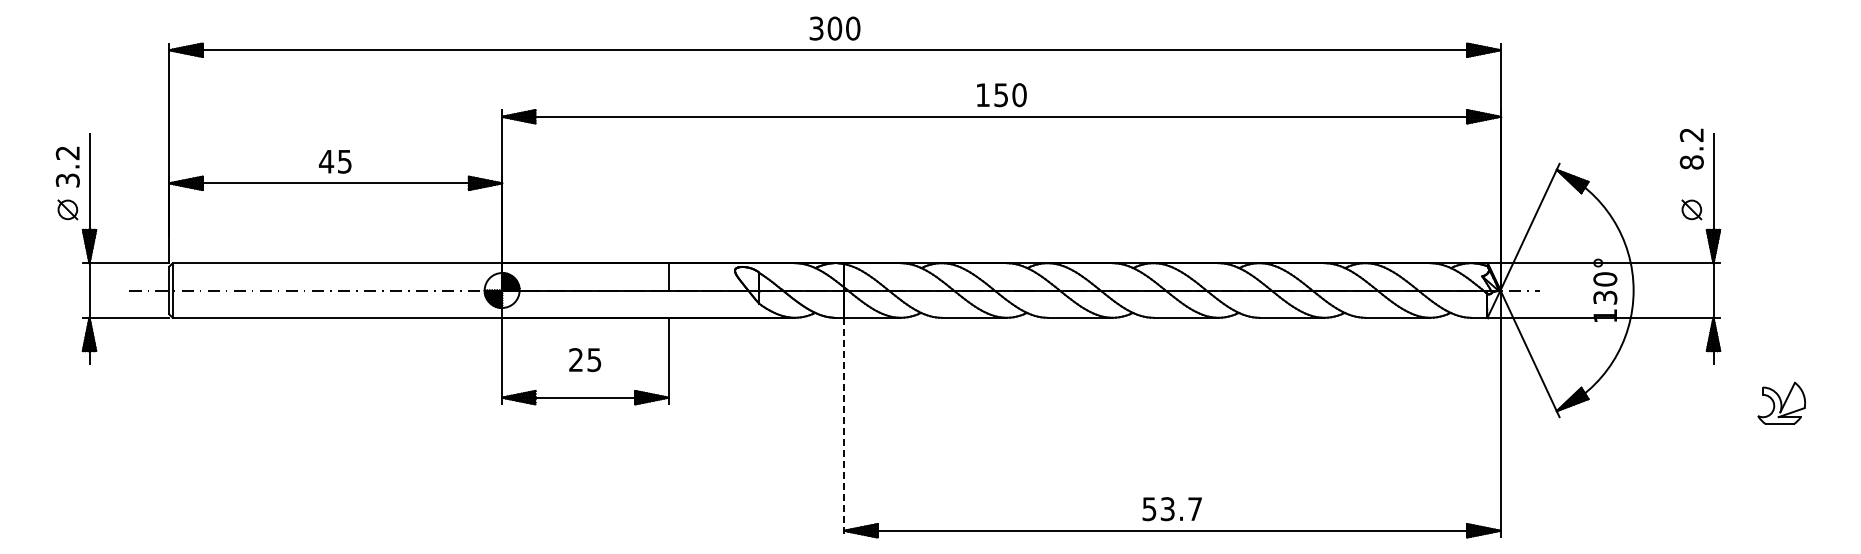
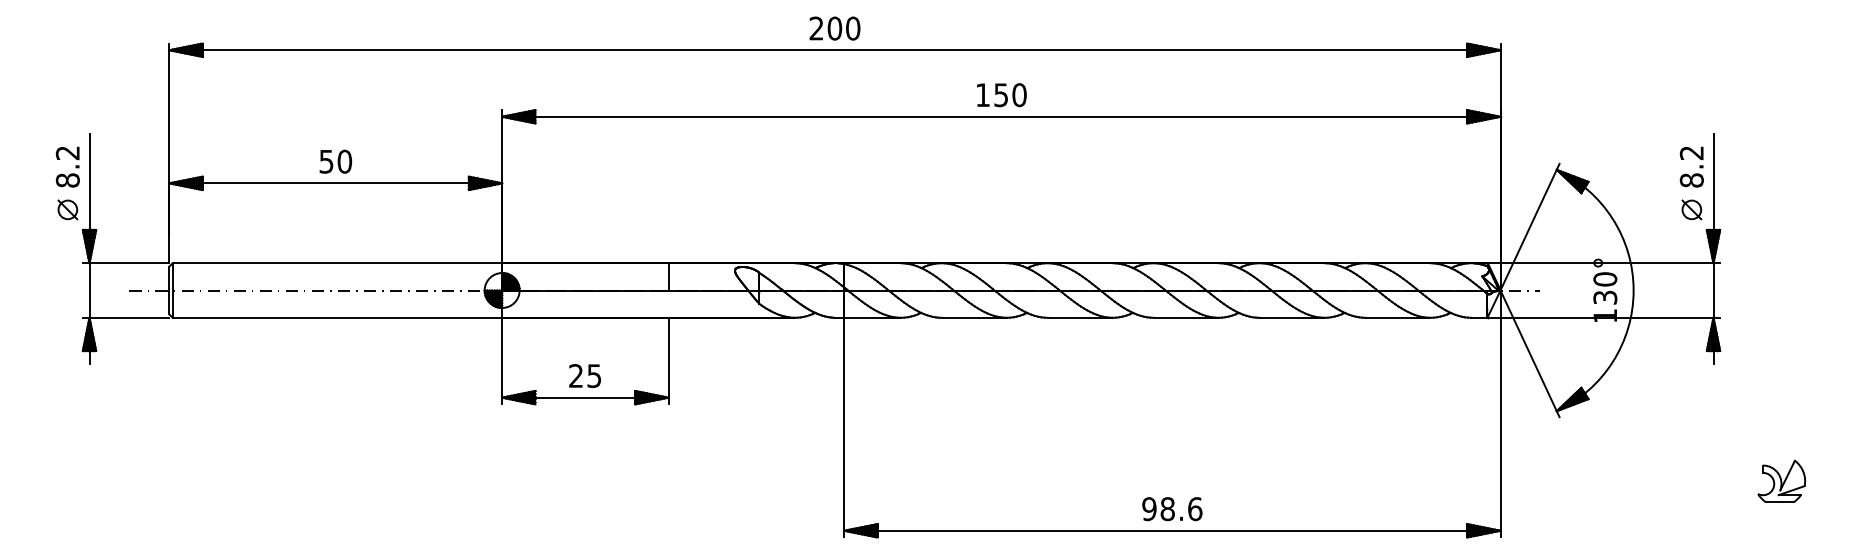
text at (816, 28): 300 -> 200
text at (1691, 148) position: (1691, 148) -> (1691, 166)
text at (335, 161): 45 -> 50
text at (67, 180): 3.2 -> 8.2
text at (585, 359) position: (585, 359) -> (585, 375)
part at (1781, 402) position: (1781, 402) -> (1781, 480)
line at (844, 427): dashed -> solid
text at (1172, 509): 53.7 -> 98.6
